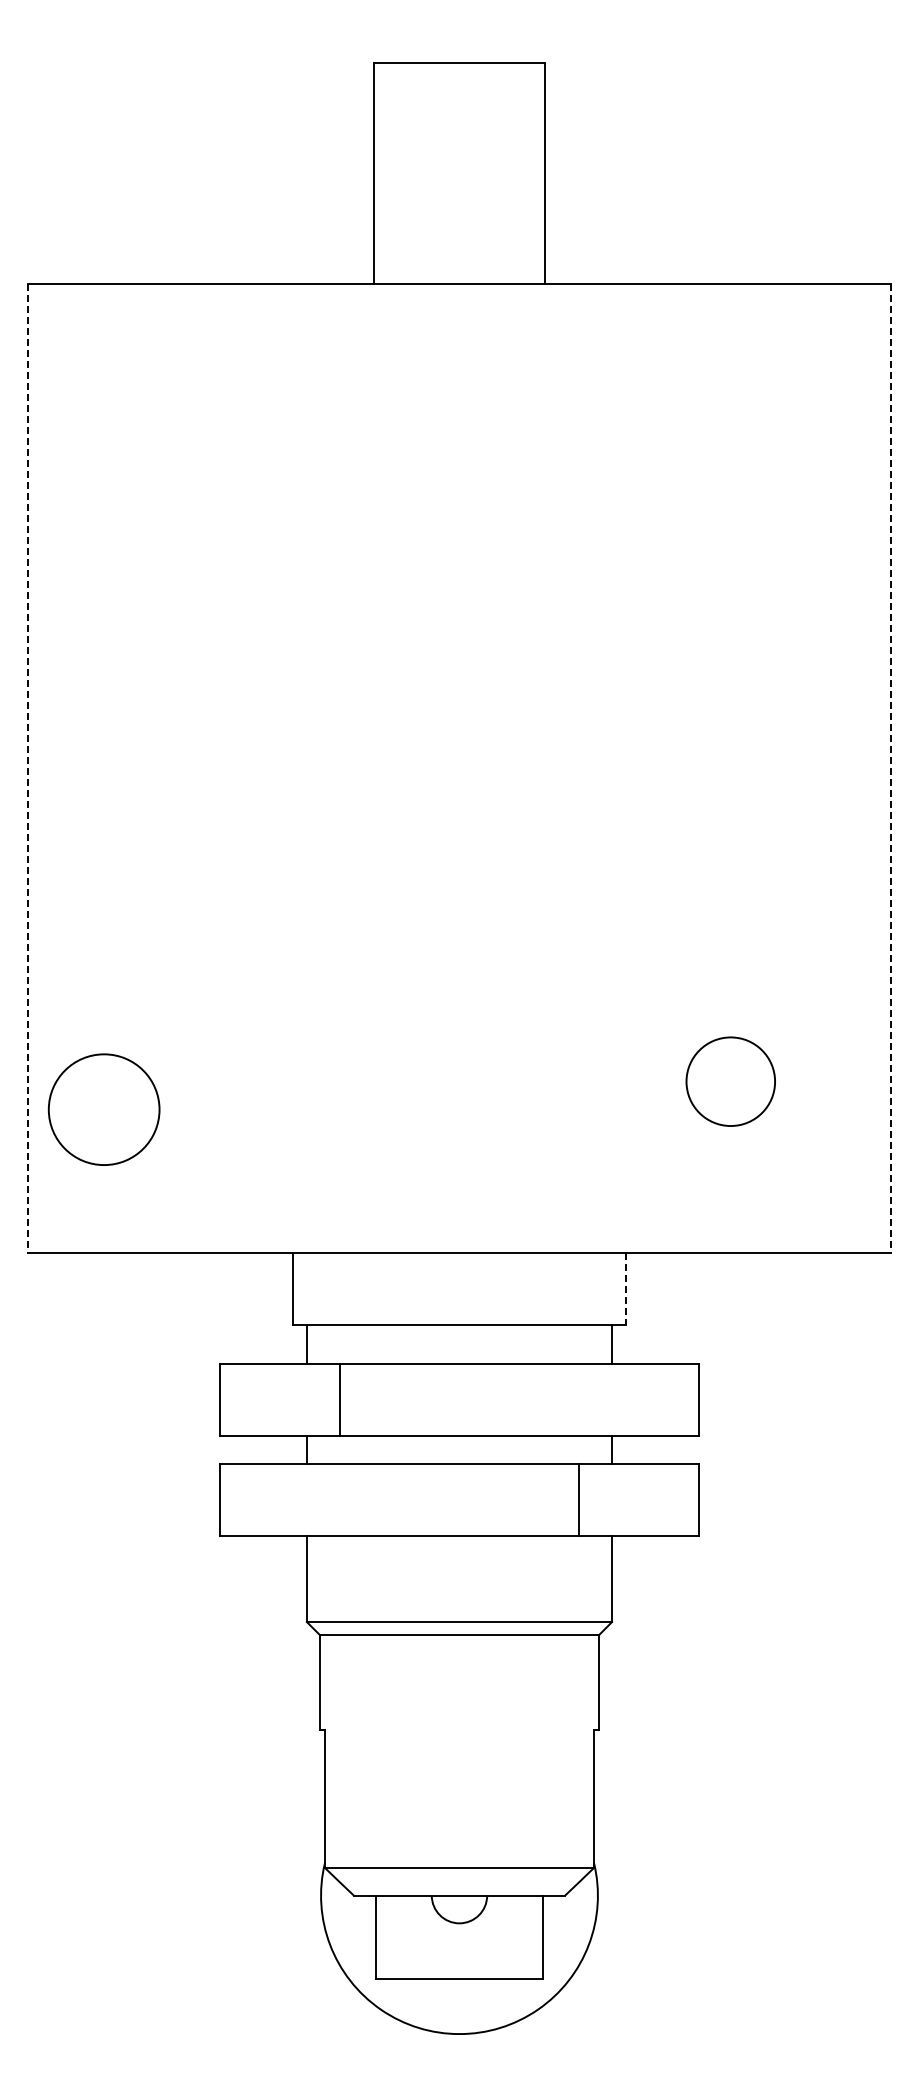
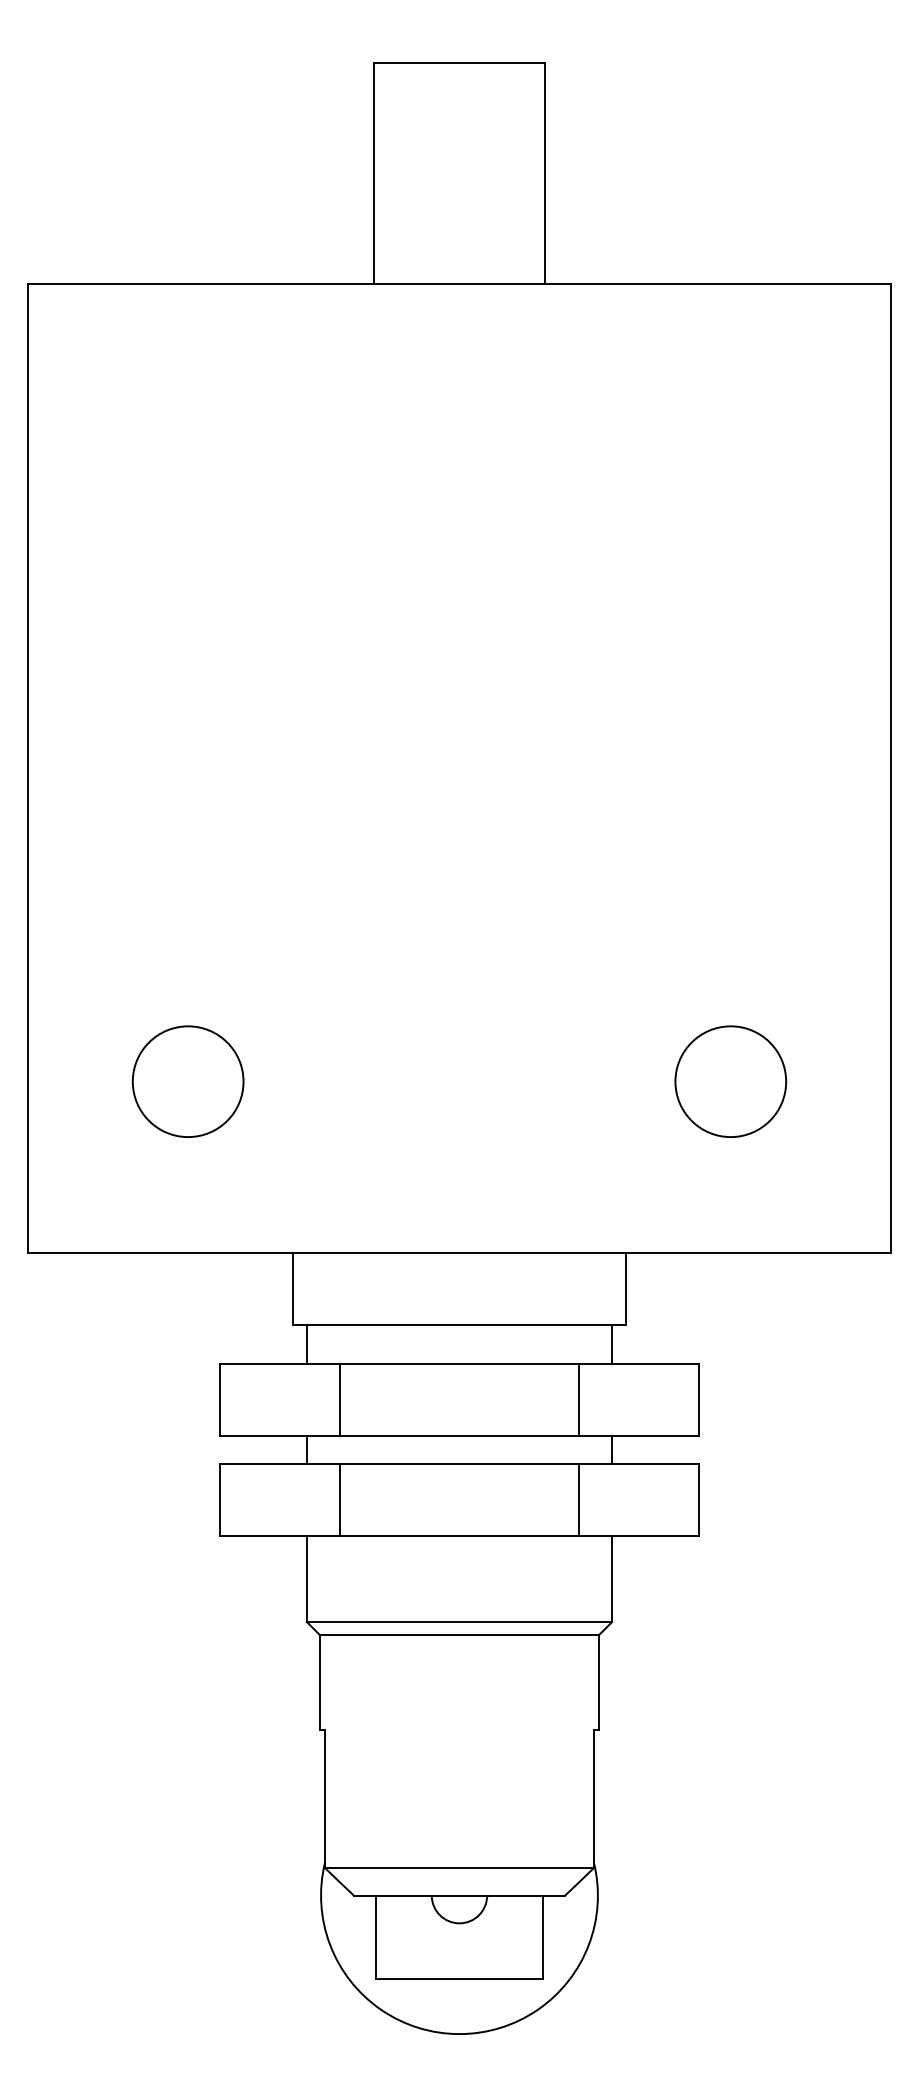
line at (27, 769): dashed -> solid
line at (891, 769): dashed -> solid
circle at (730, 1081) diameter: 89 px -> 111 px
circle at (103, 1109) position: (103, 1109) -> (187, 1081)
line at (625, 1289): dashed -> solid
line at (579, 1400): none -> present
line at (339, 1499): none -> present
